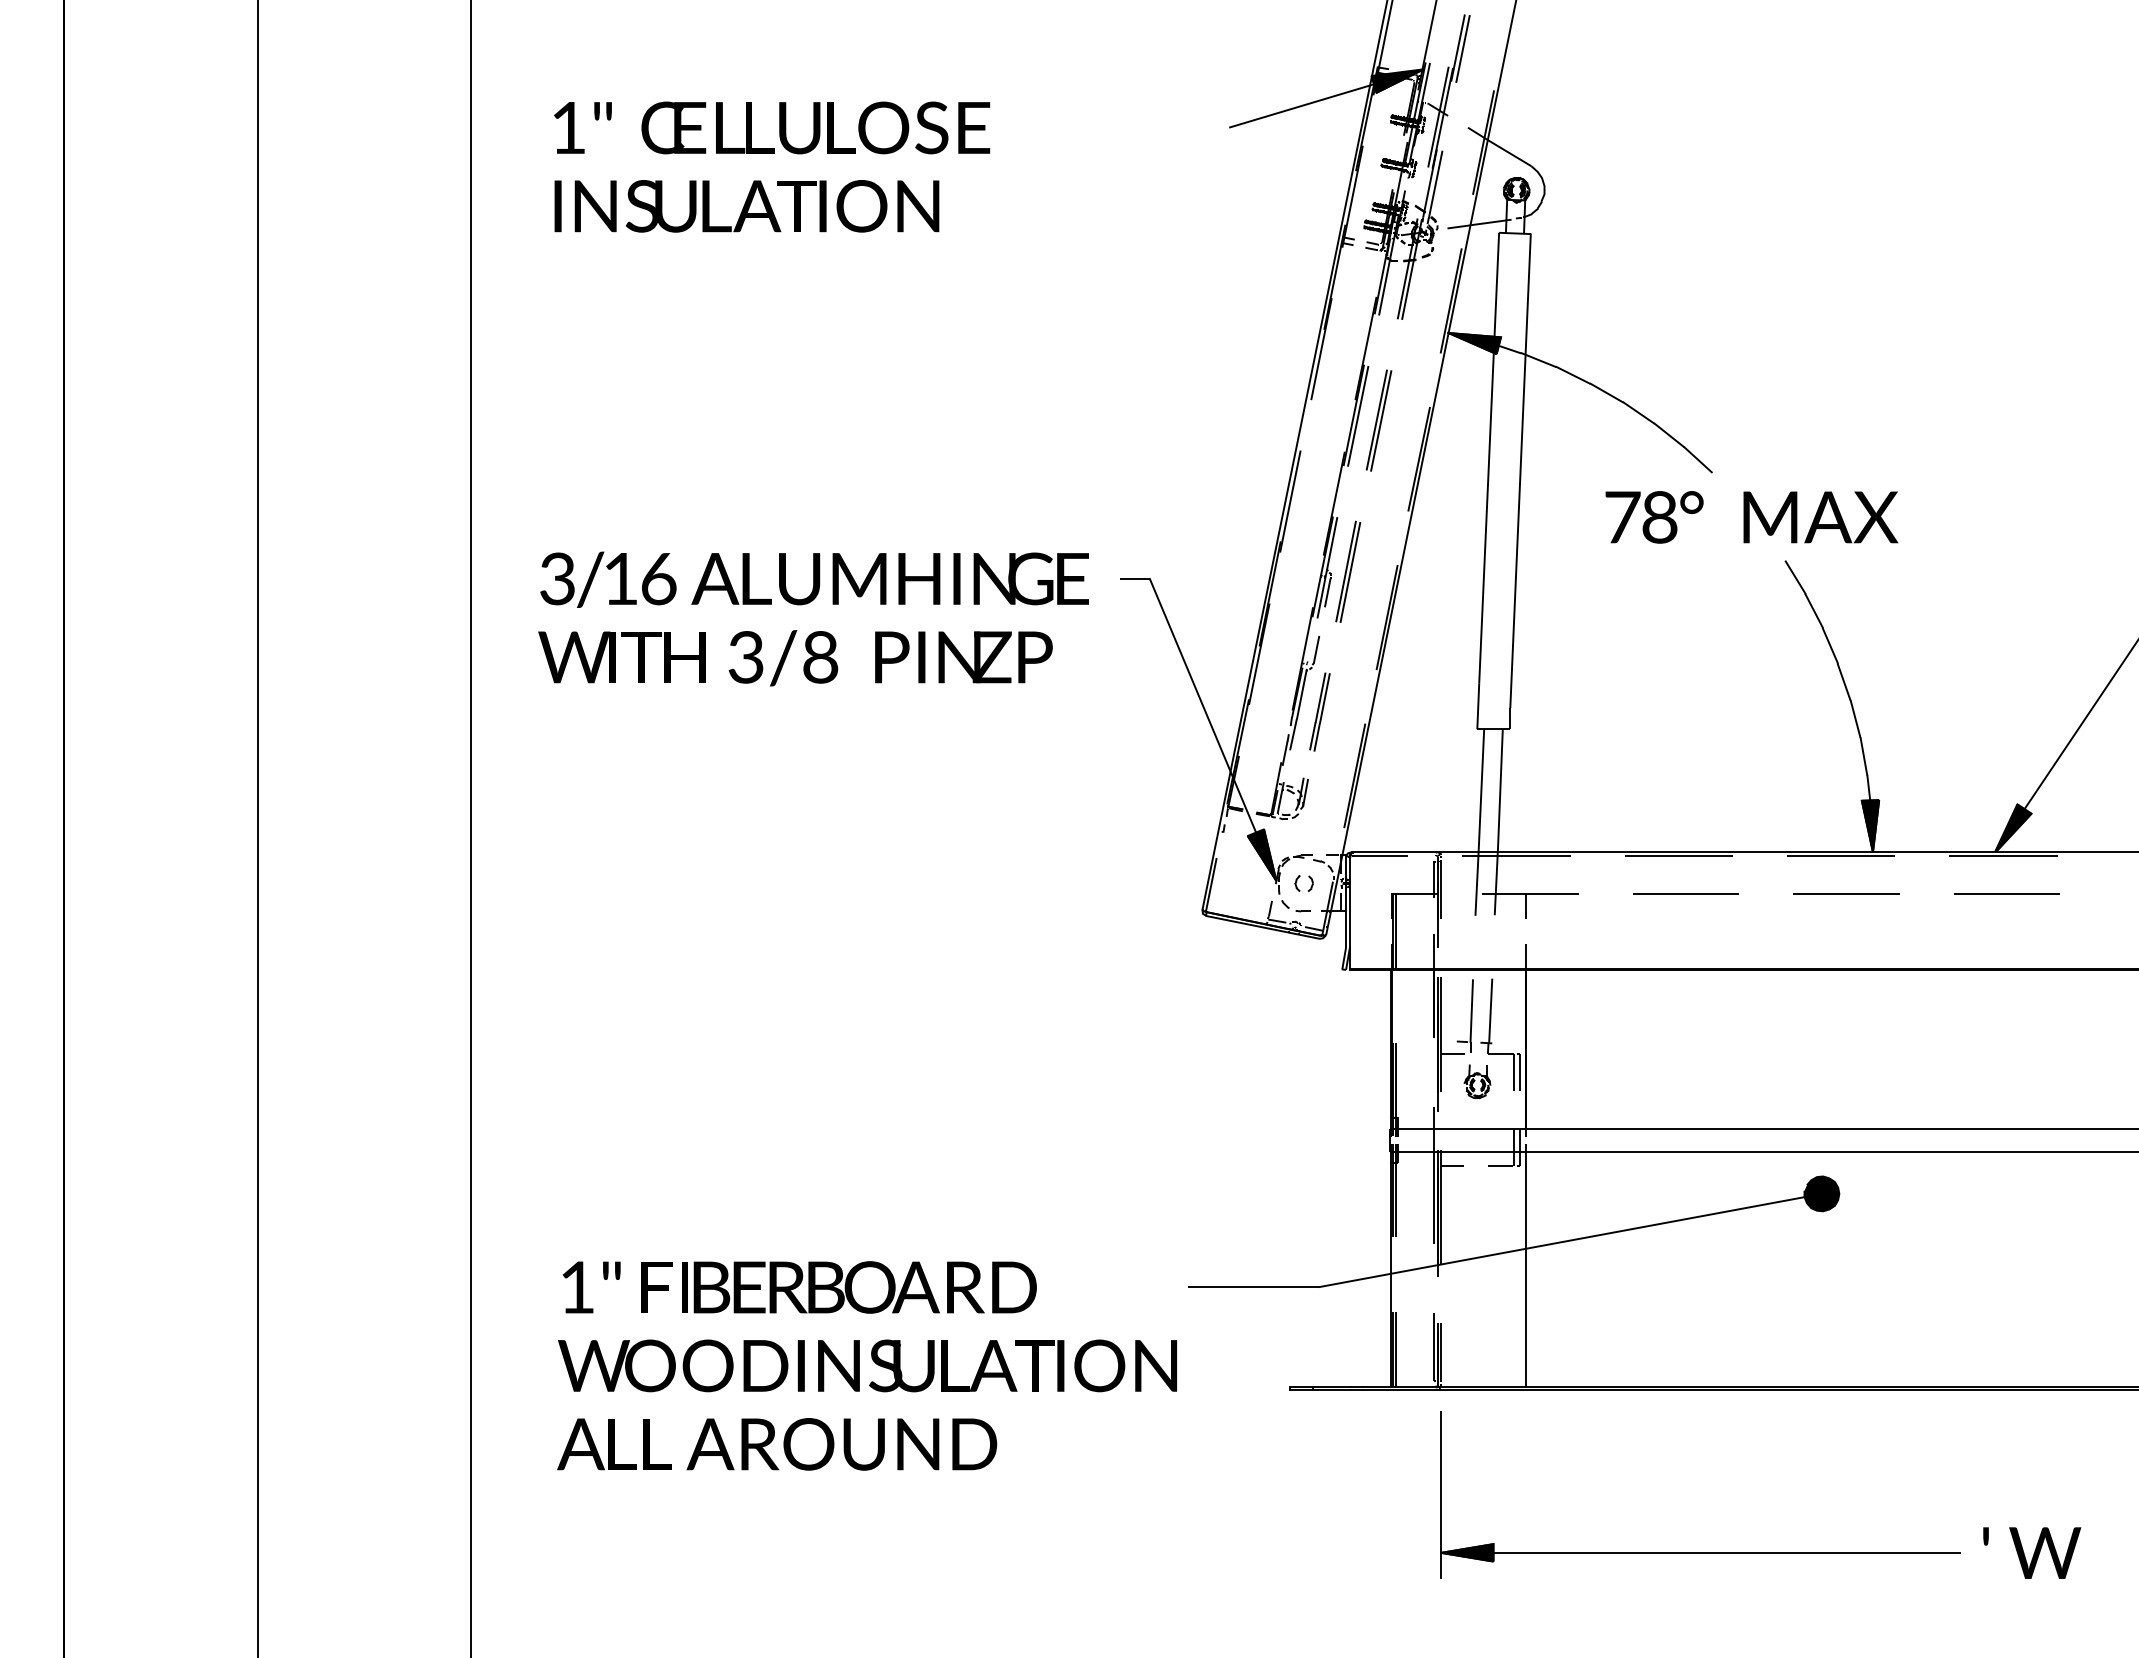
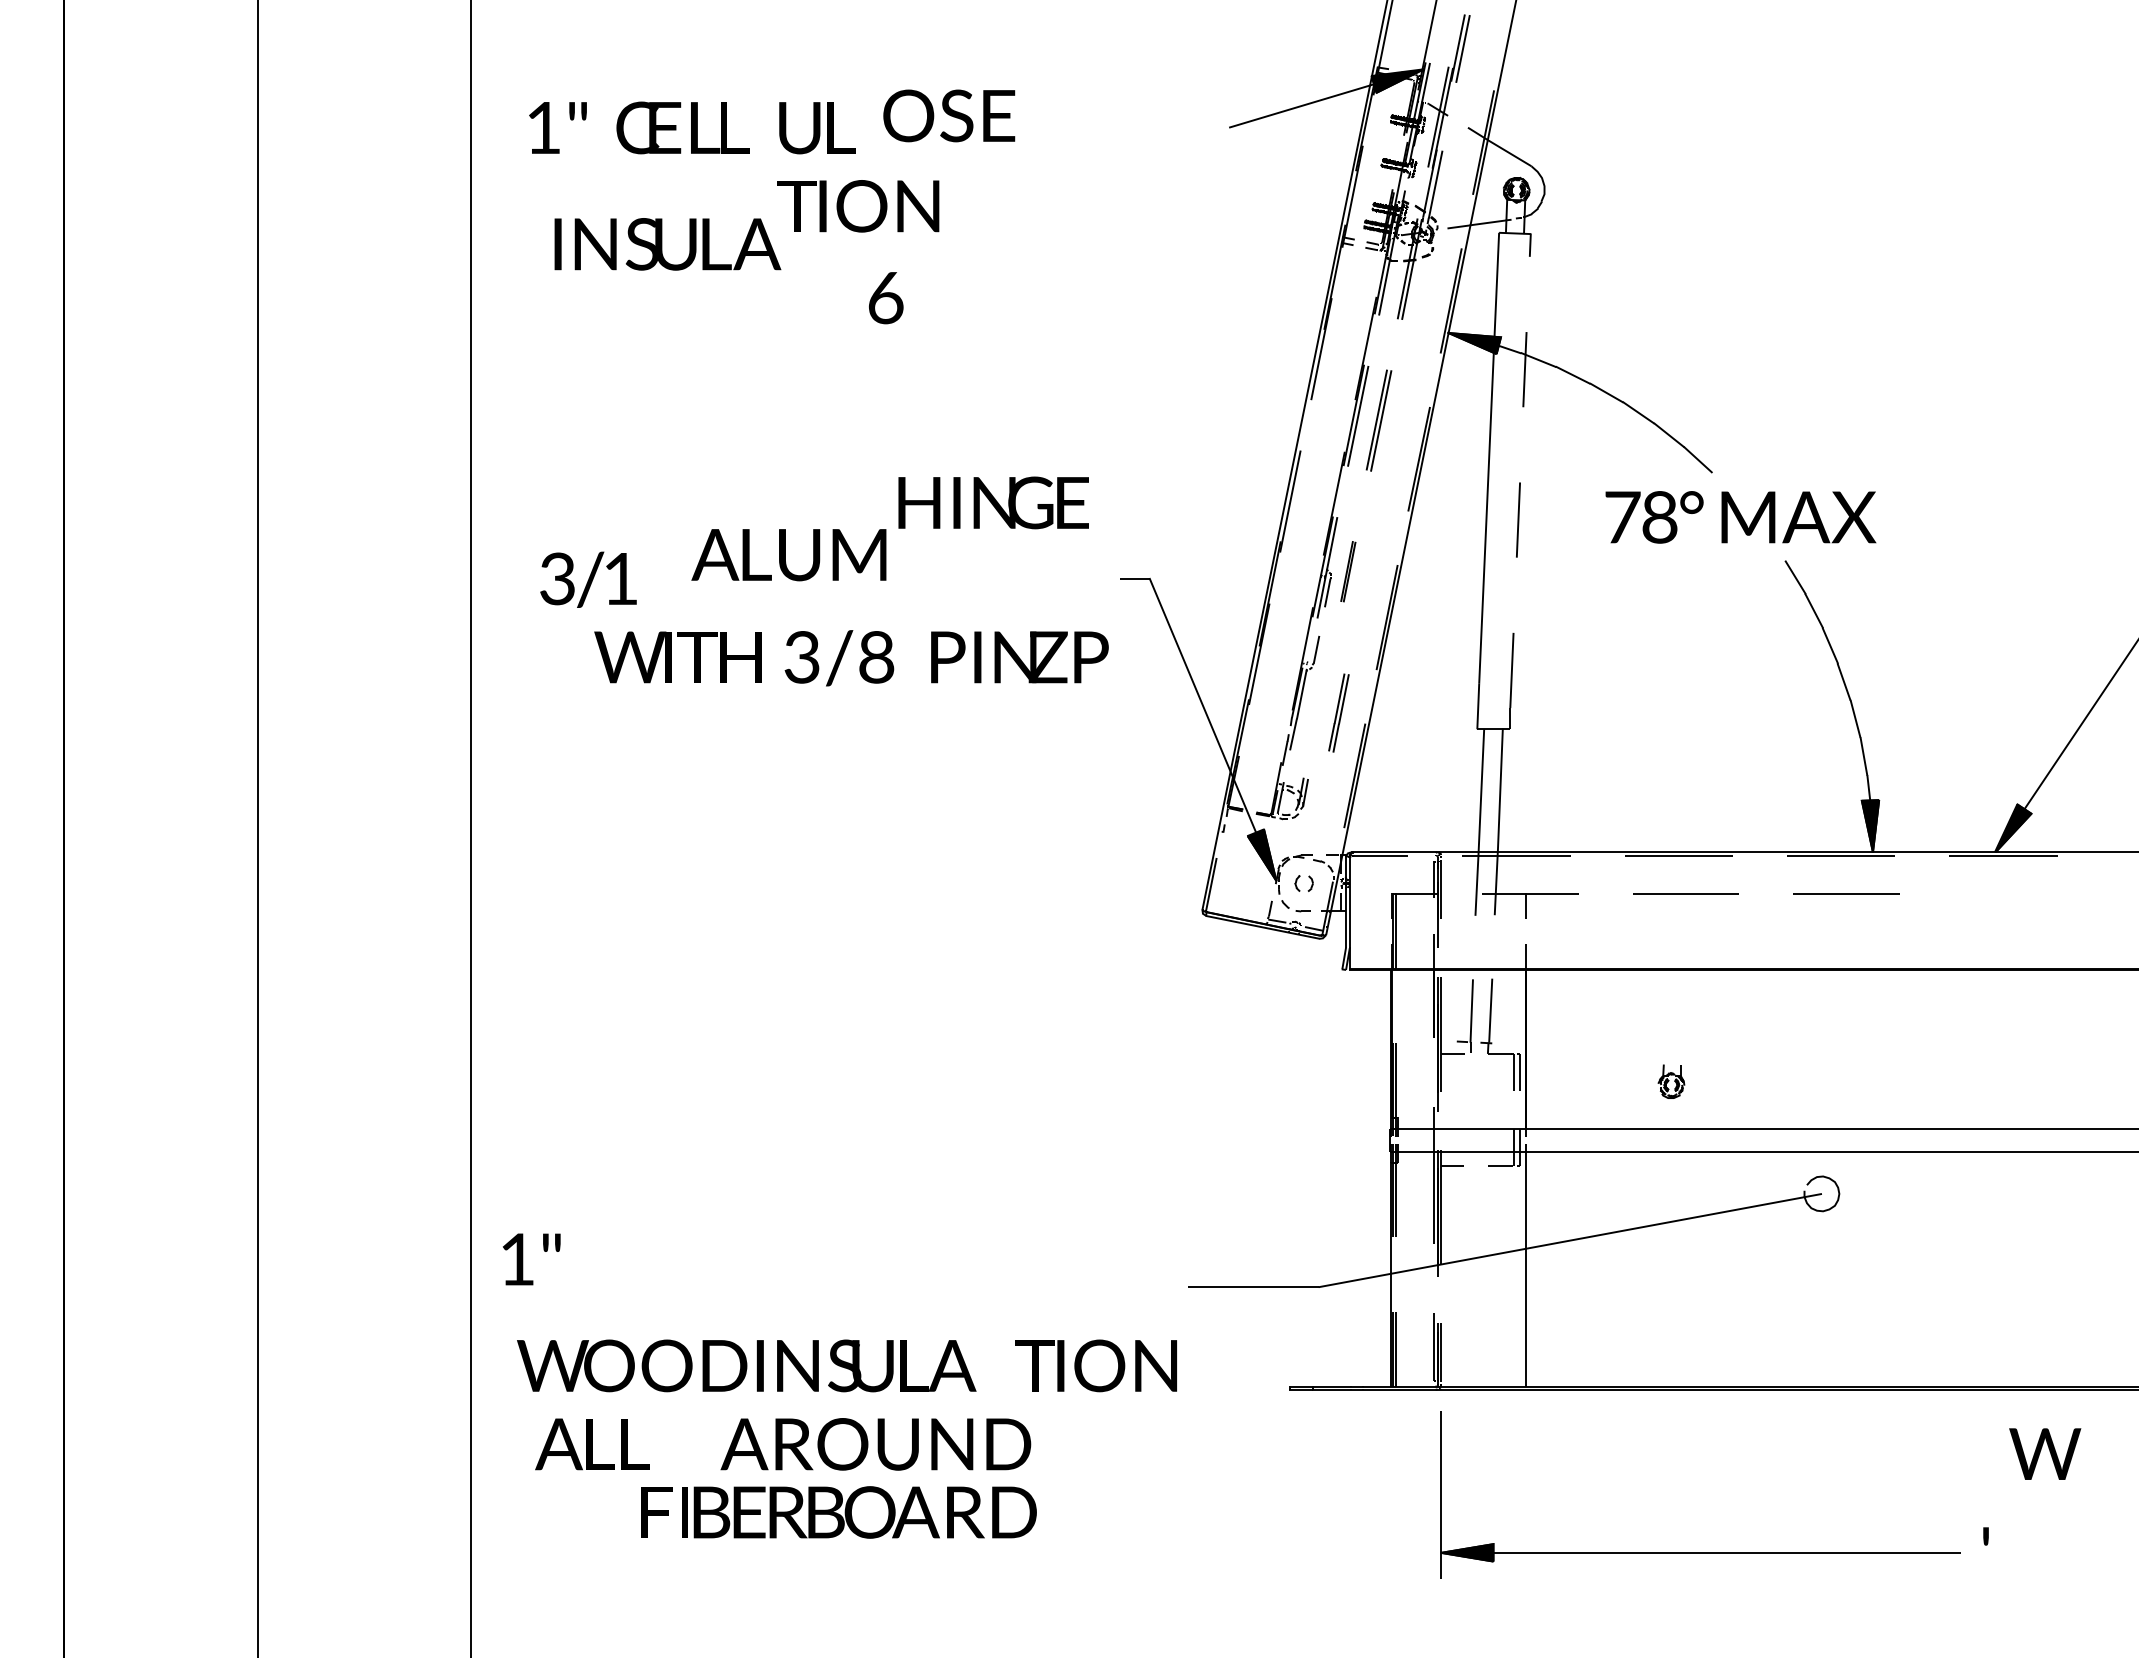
text at (664, 127) position: (664, 127) -> (639, 127)
text at (924, 127) position: (924, 127) -> (949, 115)
text at (667, 206) position: (667, 206) -> (667, 244)
line at (1520, 470): solid -> dashed
text at (1820, 517) position: (1820, 517) -> (1798, 517)
part at (1348, 571) size: 27x103 px -> 17x62 px
text at (993, 578) position: (993, 578) -> (993, 502)
text at (659, 579) position: (659, 579) -> (886, 298)
text at (788, 579) position: (788, 579) -> (788, 555)
text at (795, 658) position: (795, 658) -> (851, 658)
part at (1319, 711) position: (1319, 711) -> (1338, 712)
line at (2006, 893): present -> none
part at (1477, 1081) position: (1477, 1081) -> (1671, 1081)
fill at (1821, 1193): present -> none
text at (591, 1287) position: (591, 1287) -> (531, 1259)
text at (838, 1287) position: (838, 1287) -> (838, 1512)
text at (787, 1365) position: (787, 1365) -> (746, 1365)
text at (614, 1444) position: (614, 1444) -> (592, 1444)
text at (841, 1444) position: (841, 1444) -> (875, 1444)
text at (2045, 1552) position: (2045, 1552) -> (2045, 1453)
